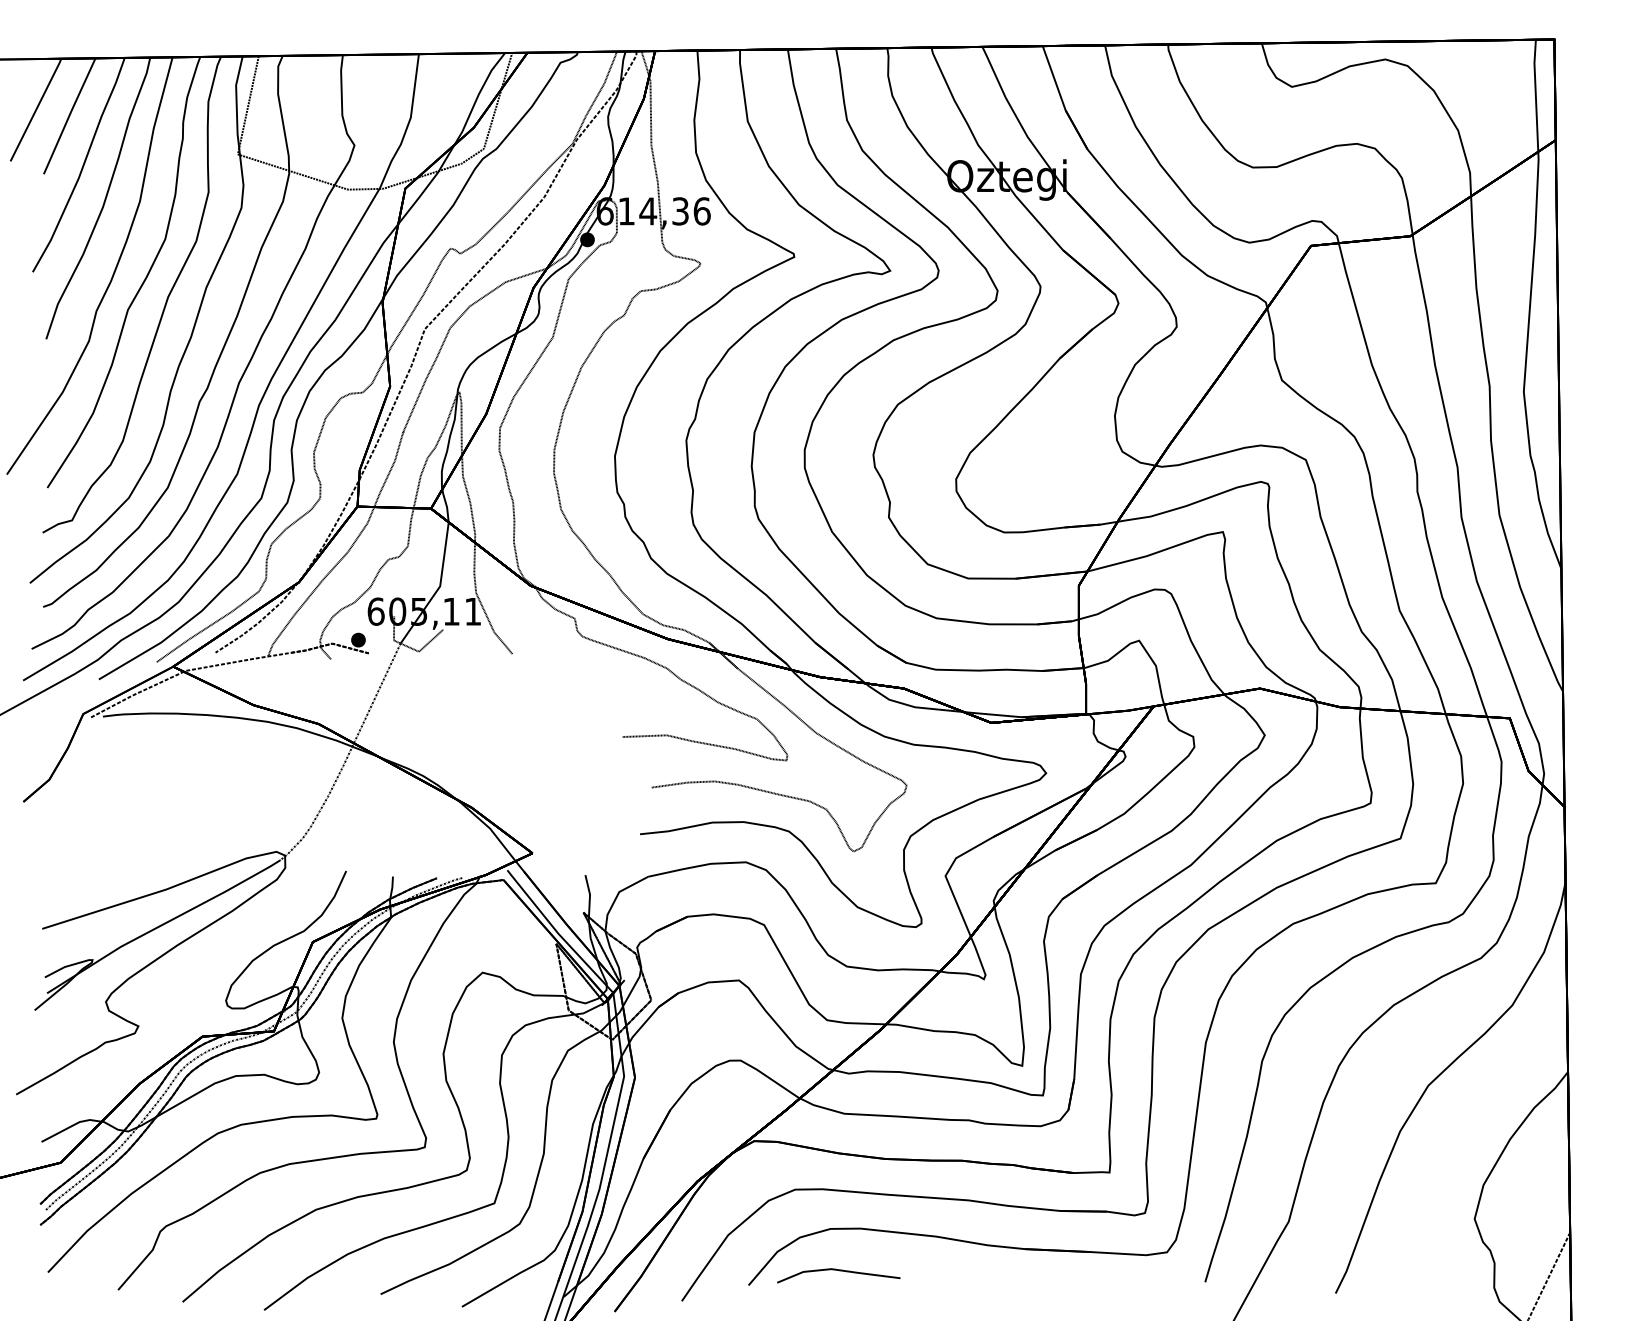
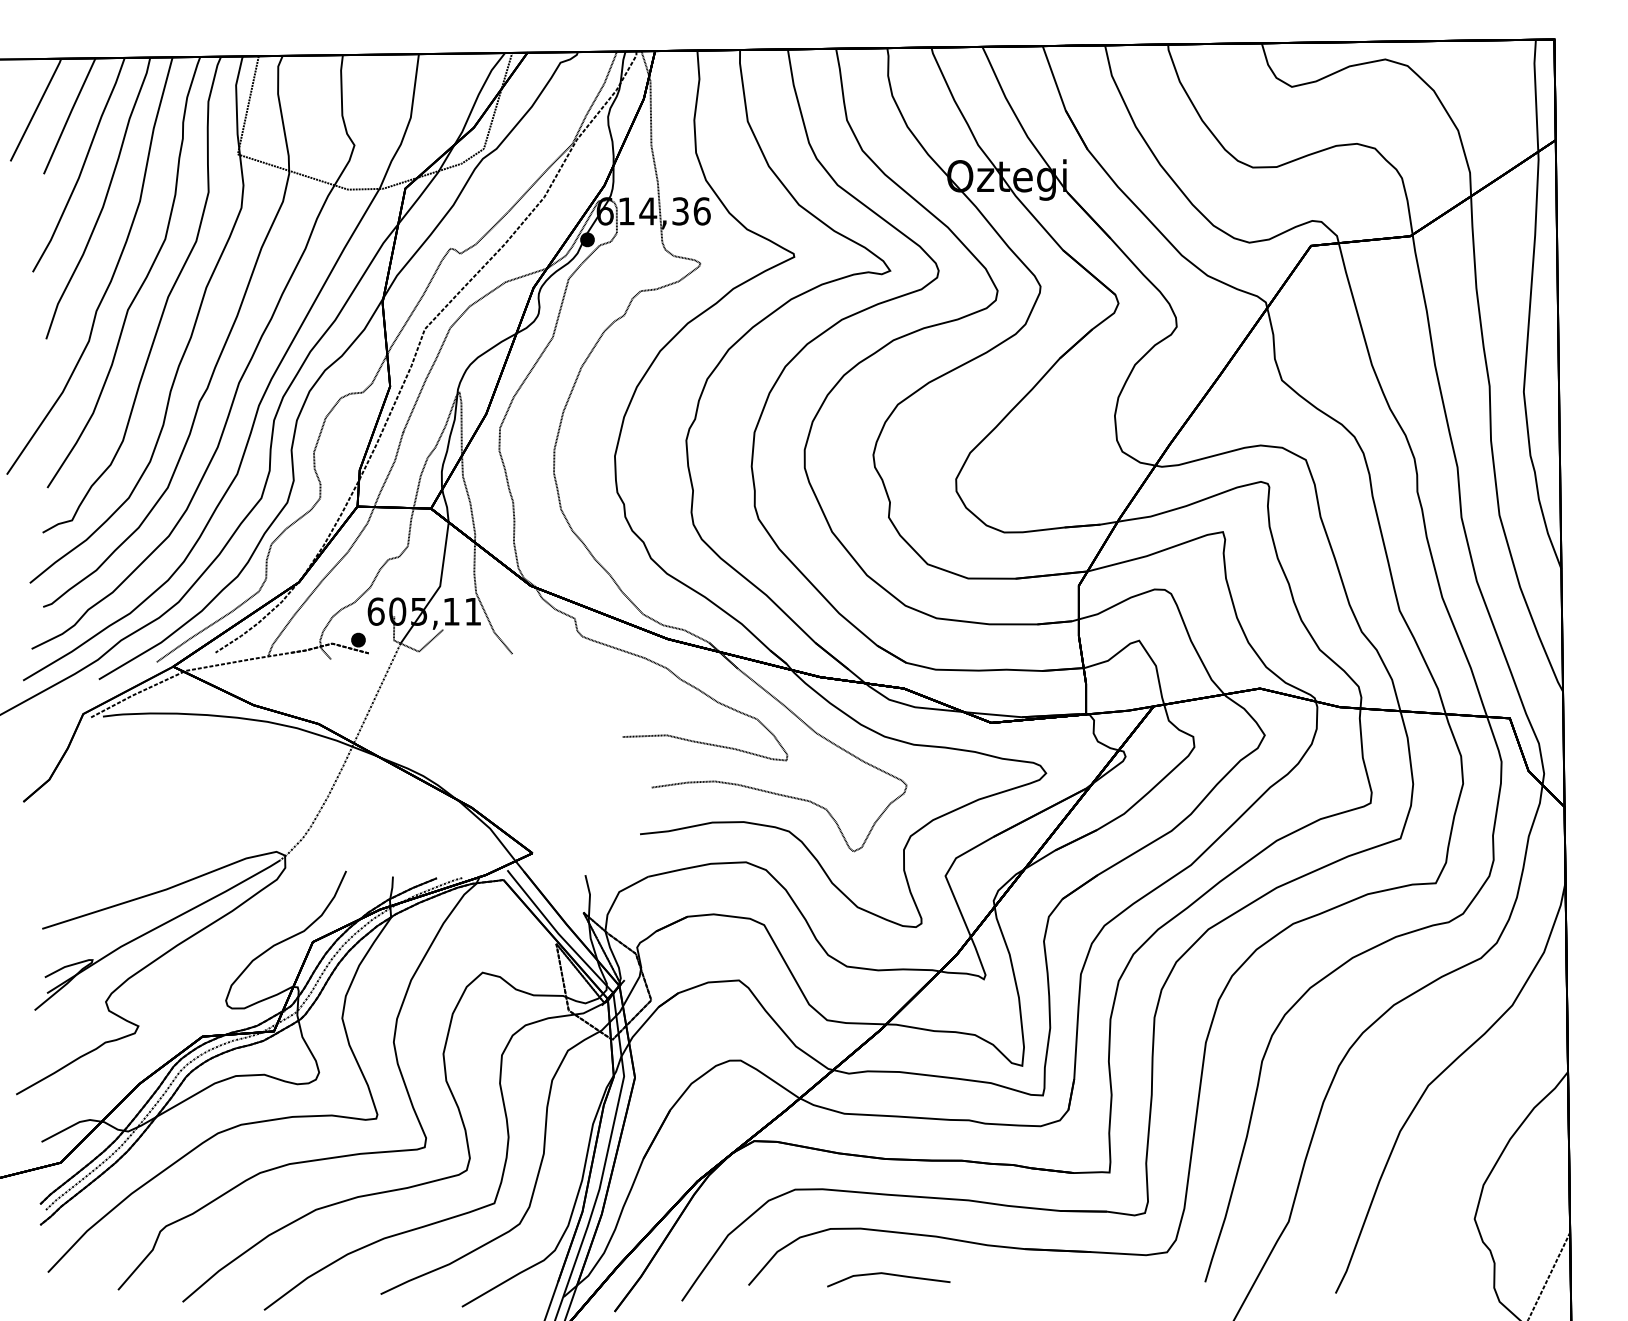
part at (838, 1275) position: (838, 1275) -> (888, 1279)
